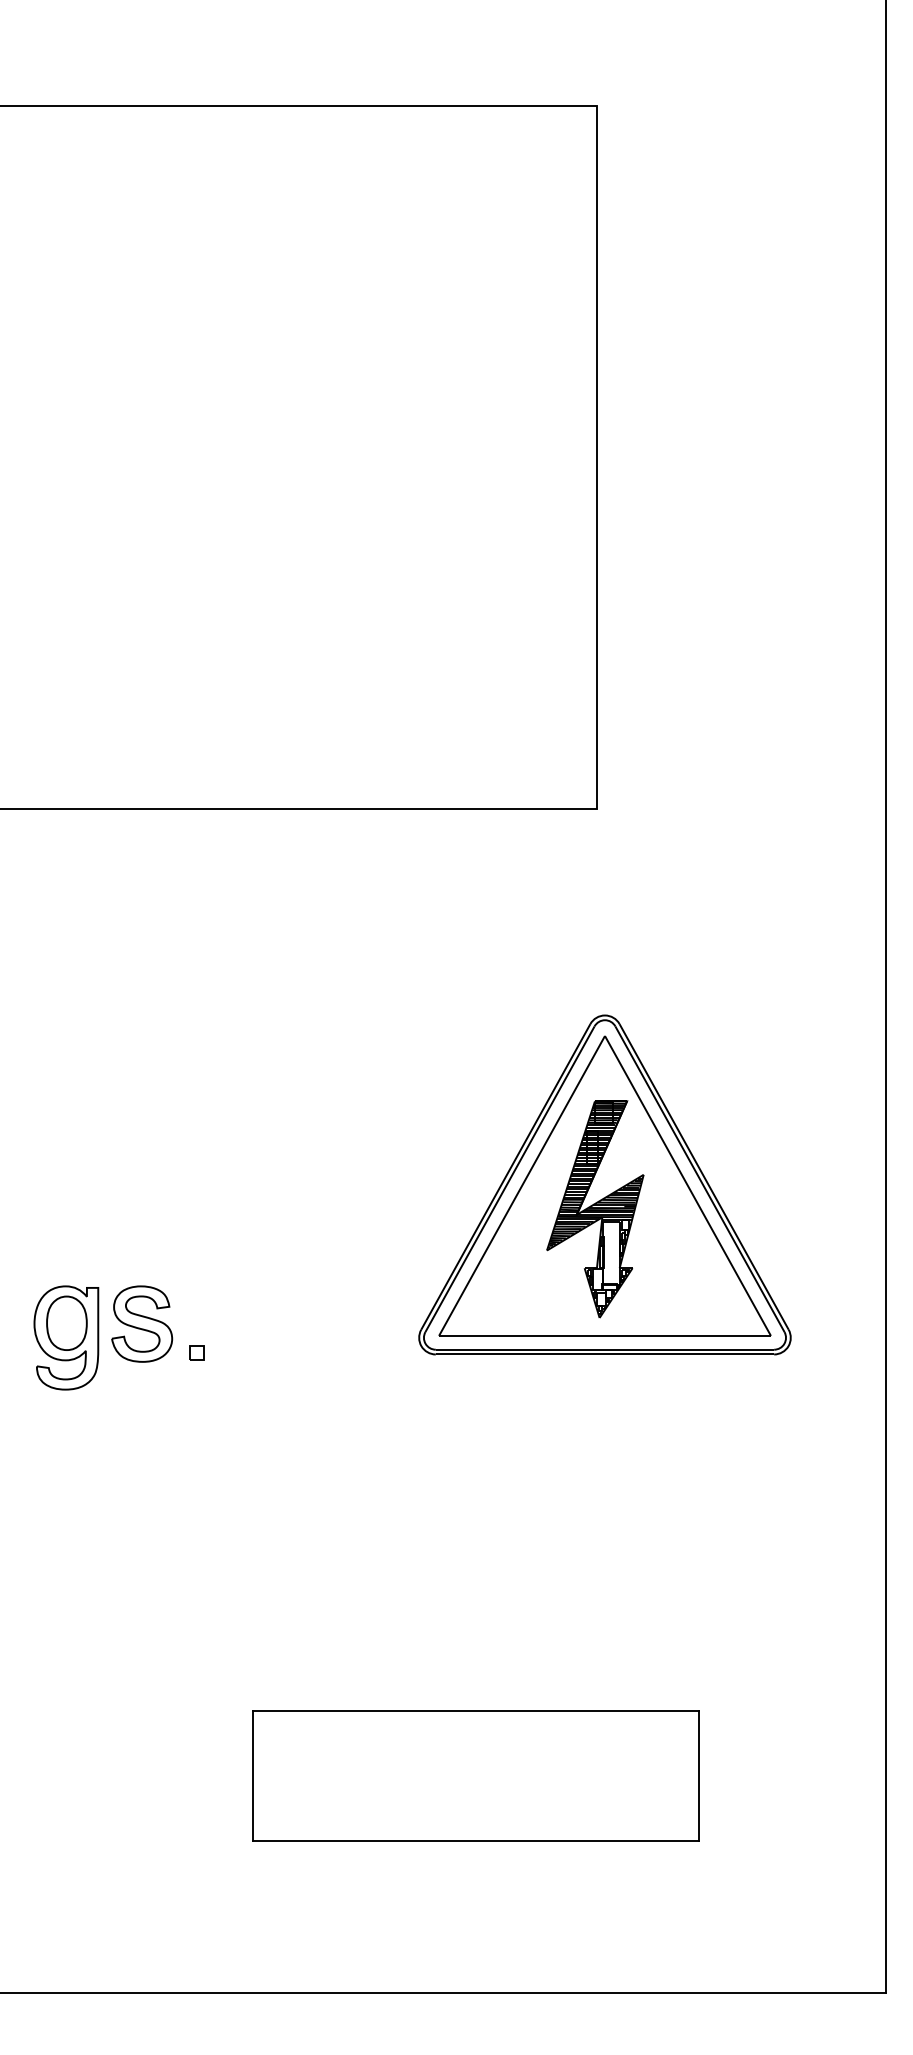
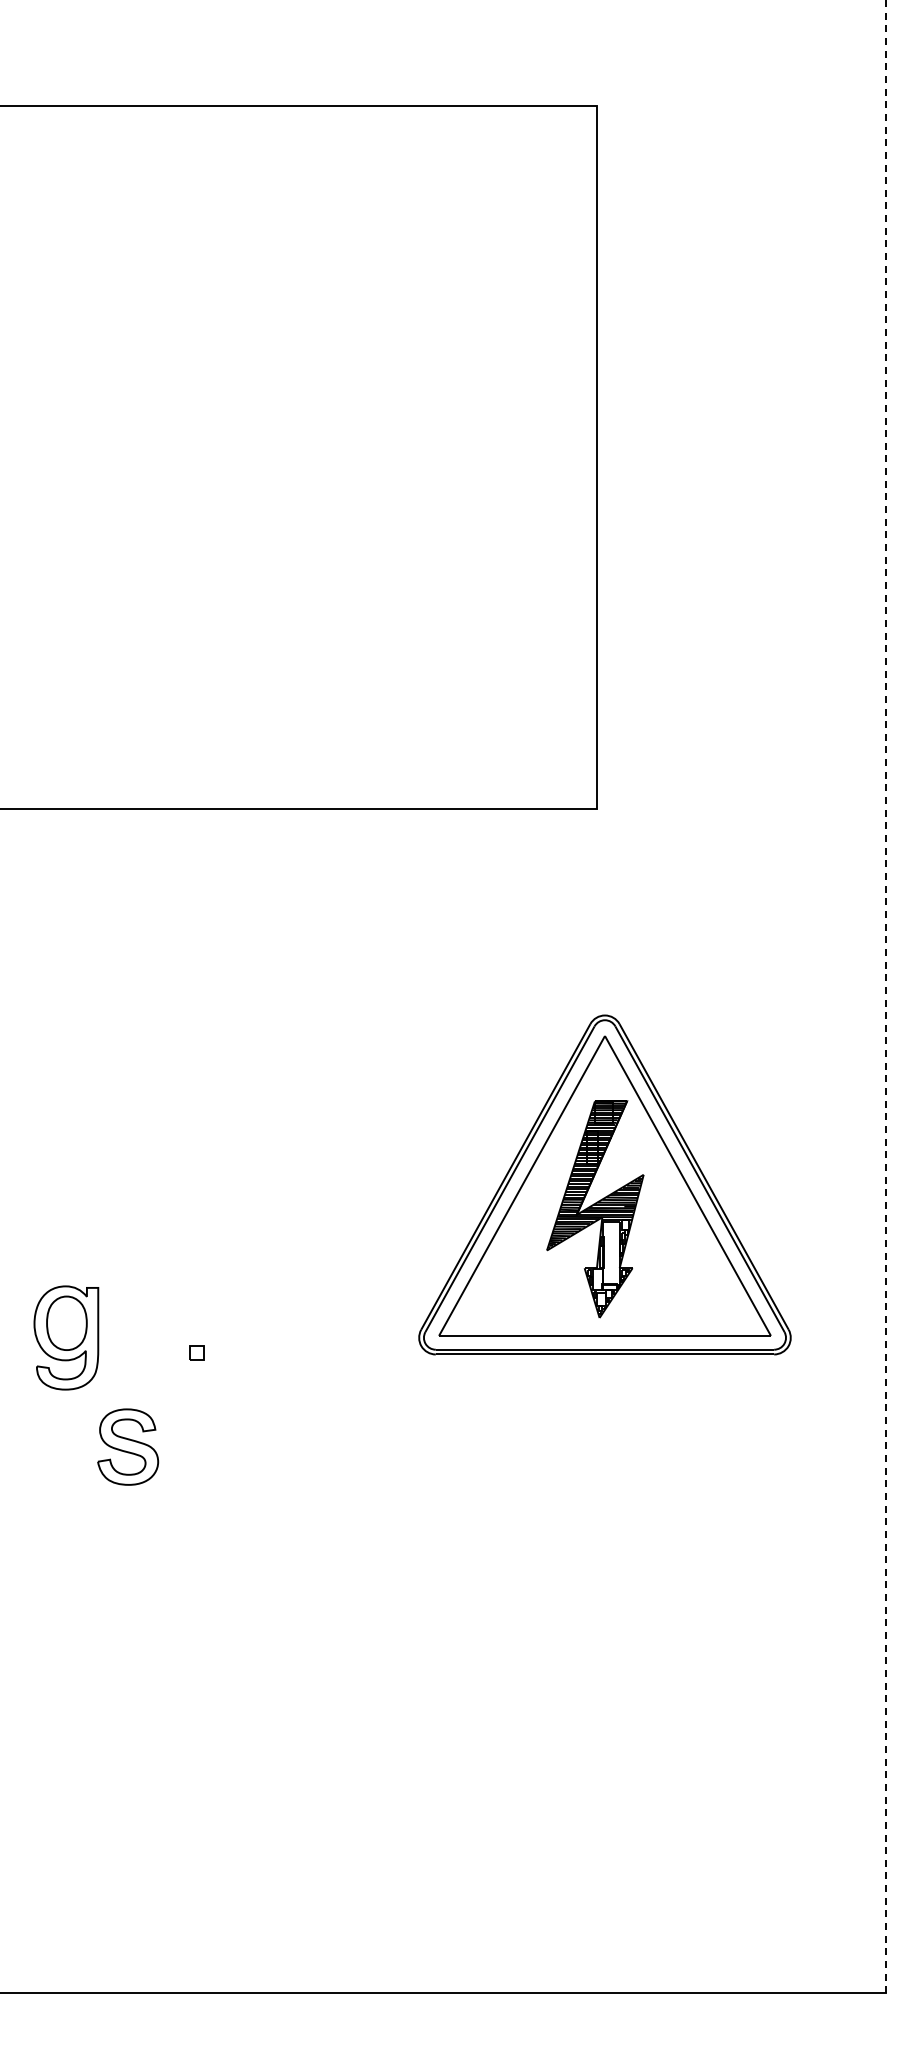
line at (885, 996): solid -> dashed
part at (142, 1323) position: (142, 1323) -> (128, 1446)
part at (475, 1775): present -> none
